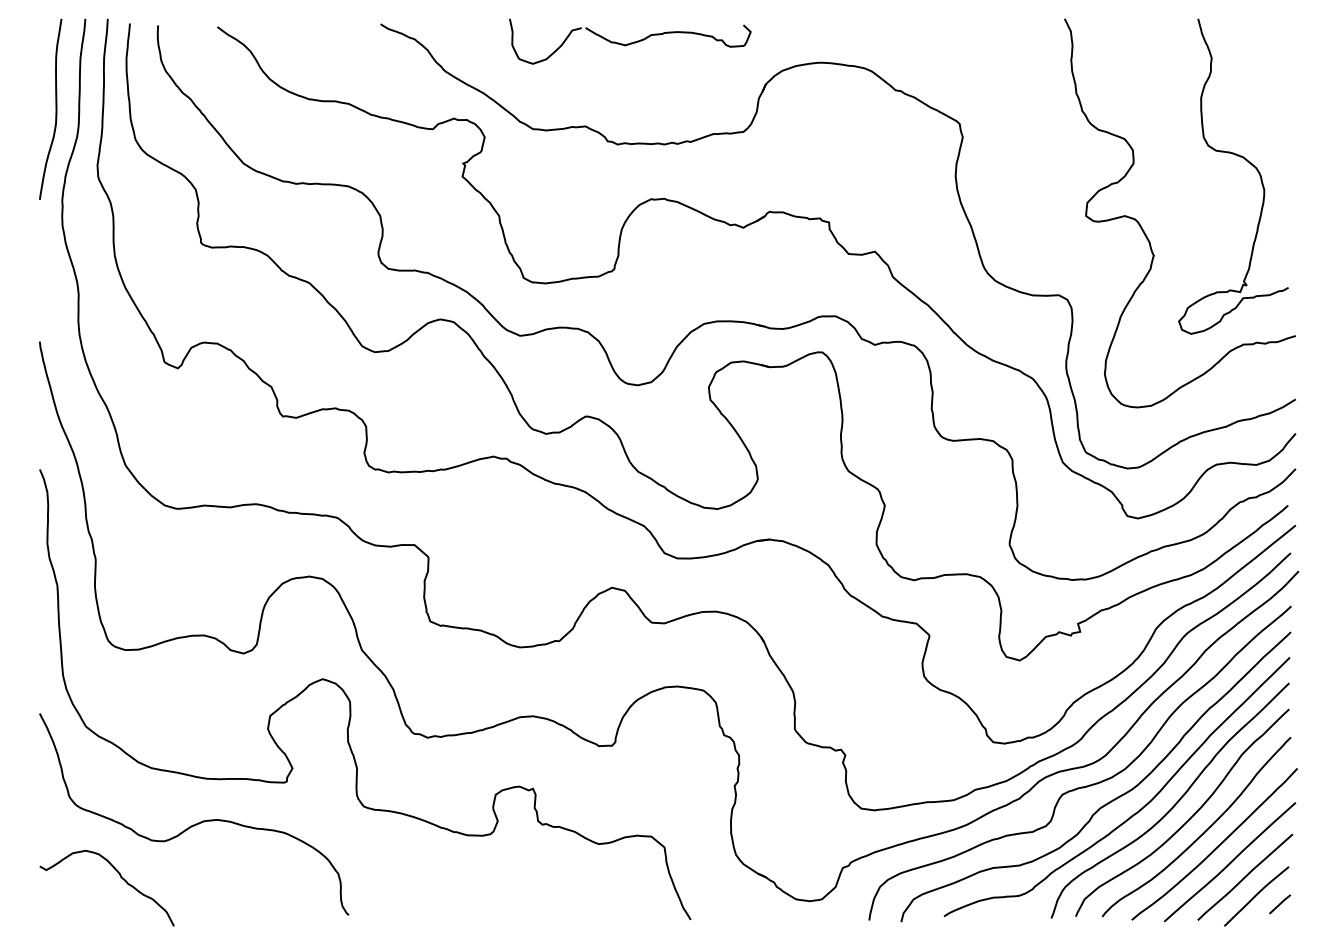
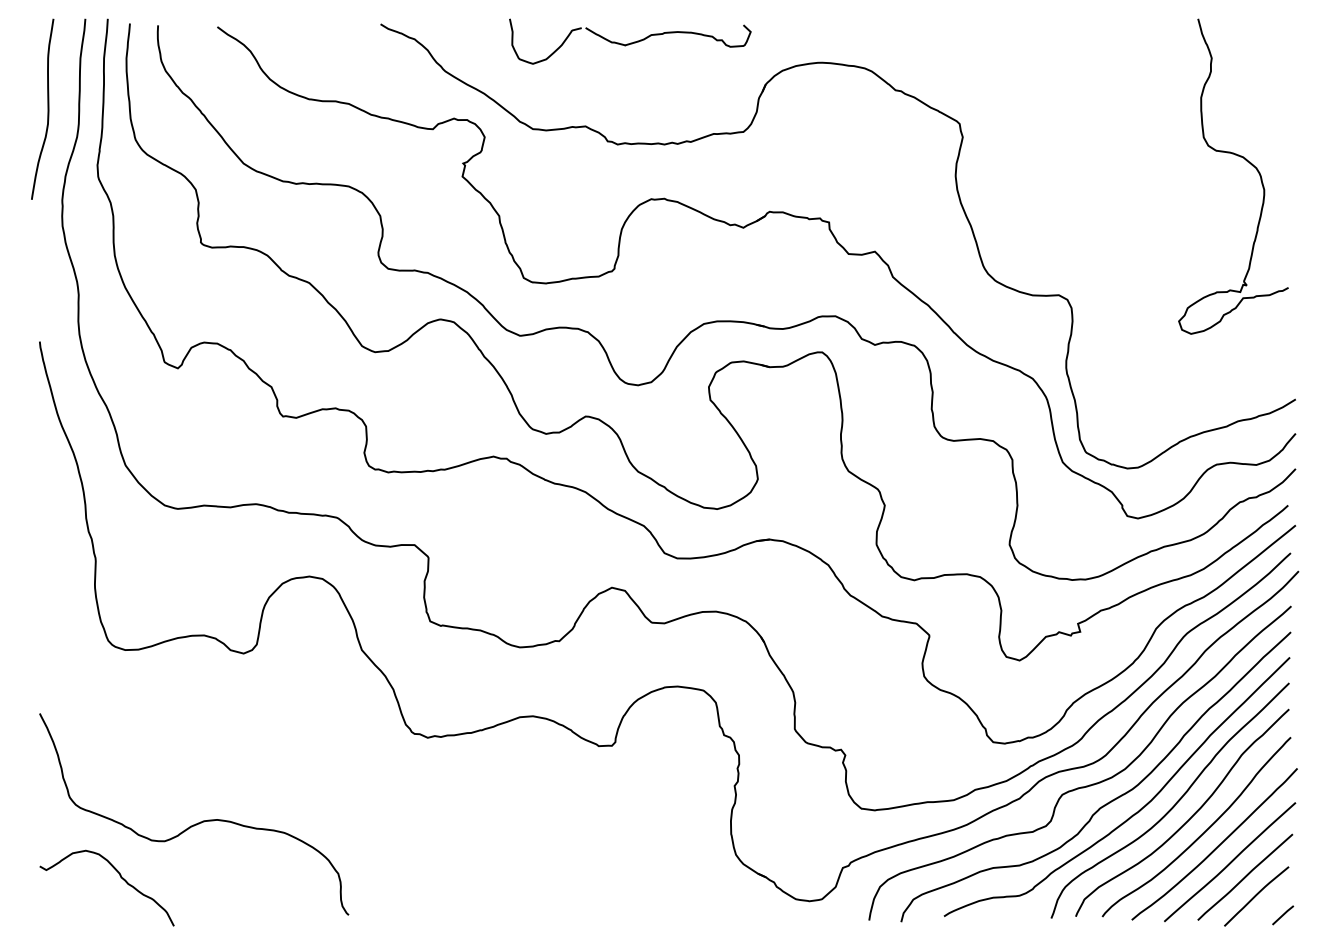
curve at (55, 108) position: (55, 108) -> (47, 108)
curve at (1145, 232): present -> none
curve at (350, 700): present -> none
line at (1280, 904) position: (1280, 904) -> (1283, 915)
